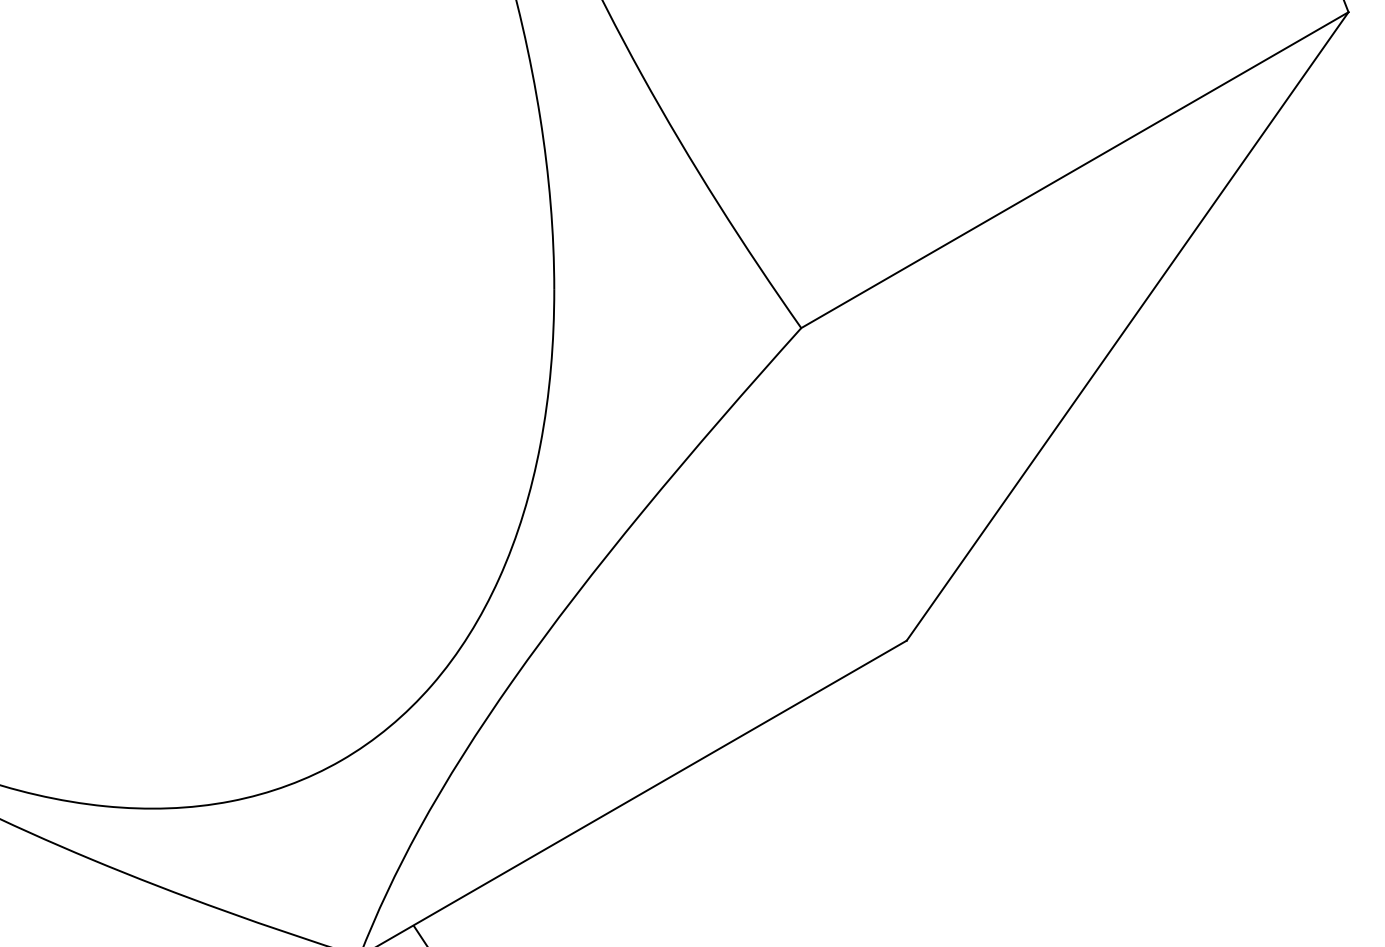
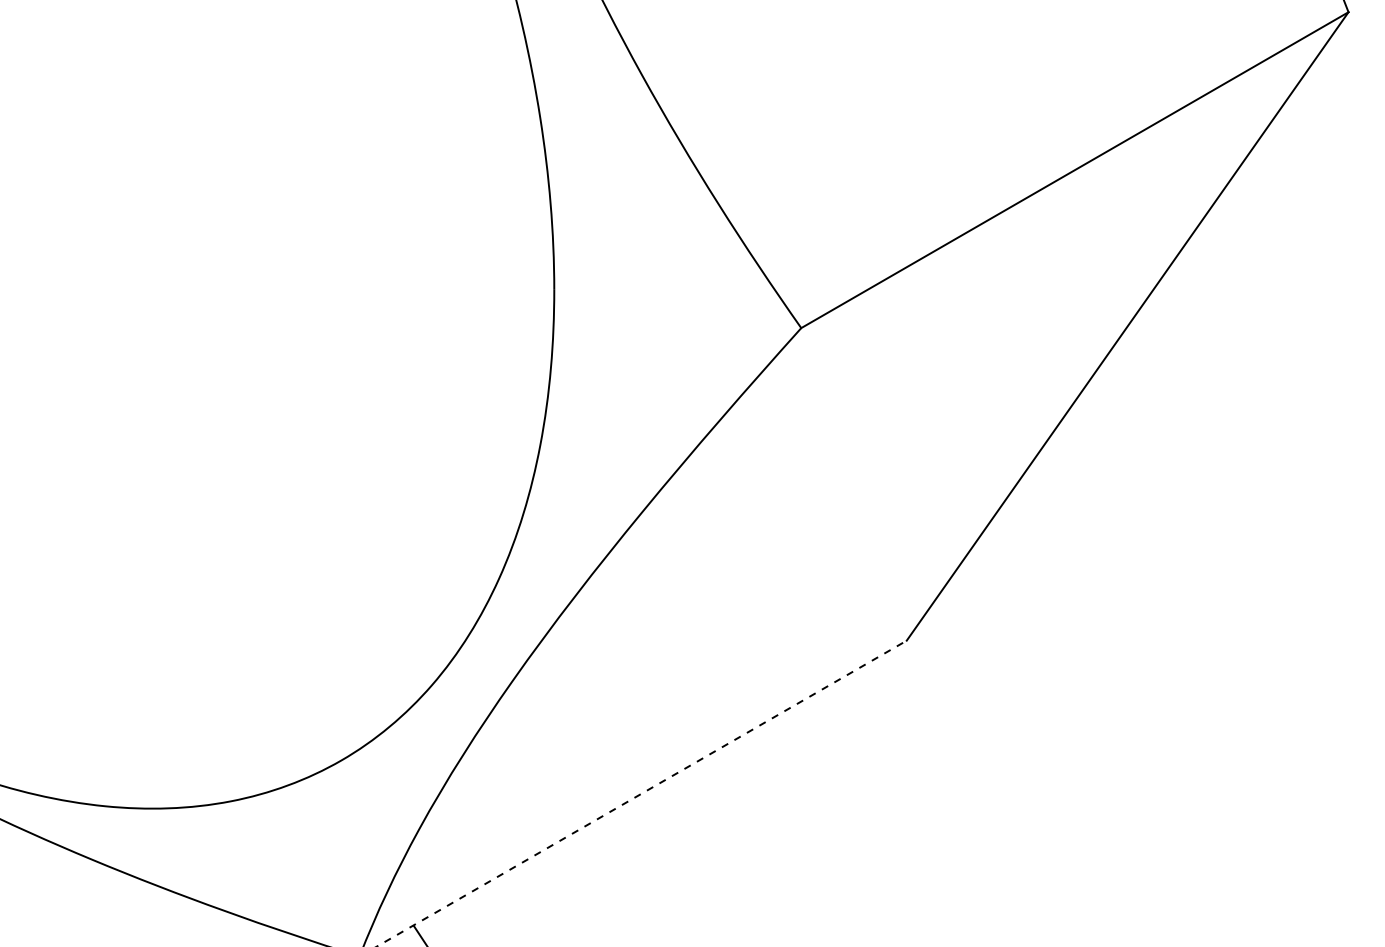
line at (641, 793): solid -> dashed
